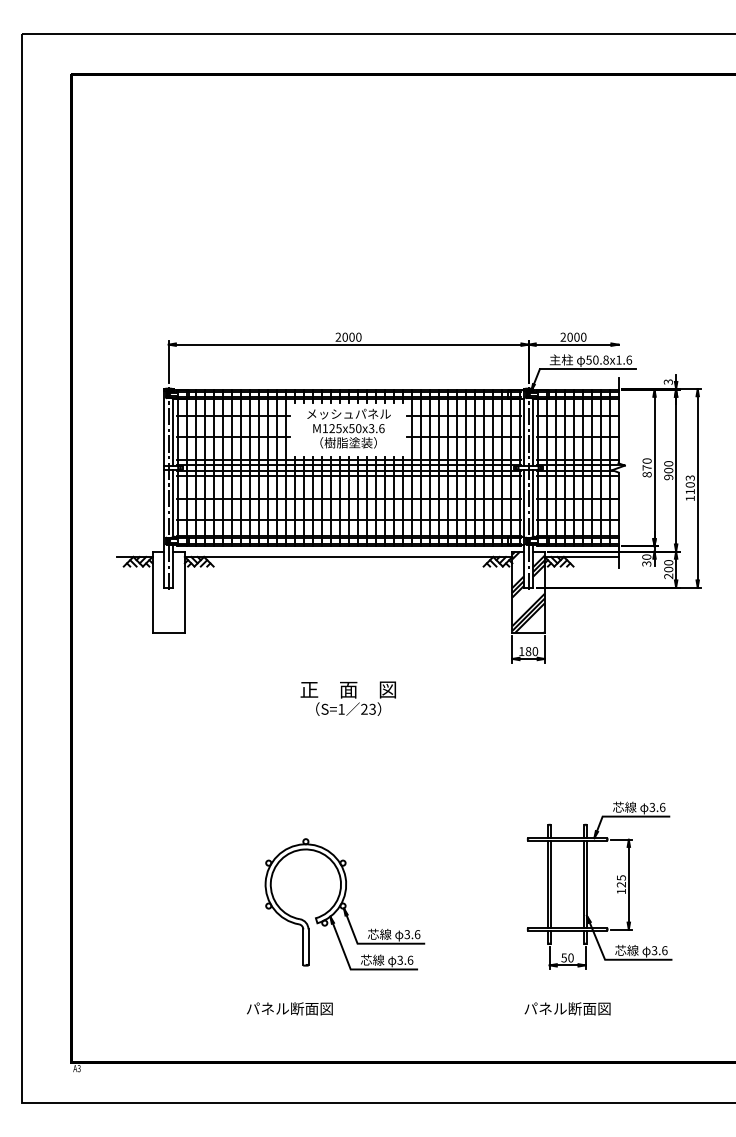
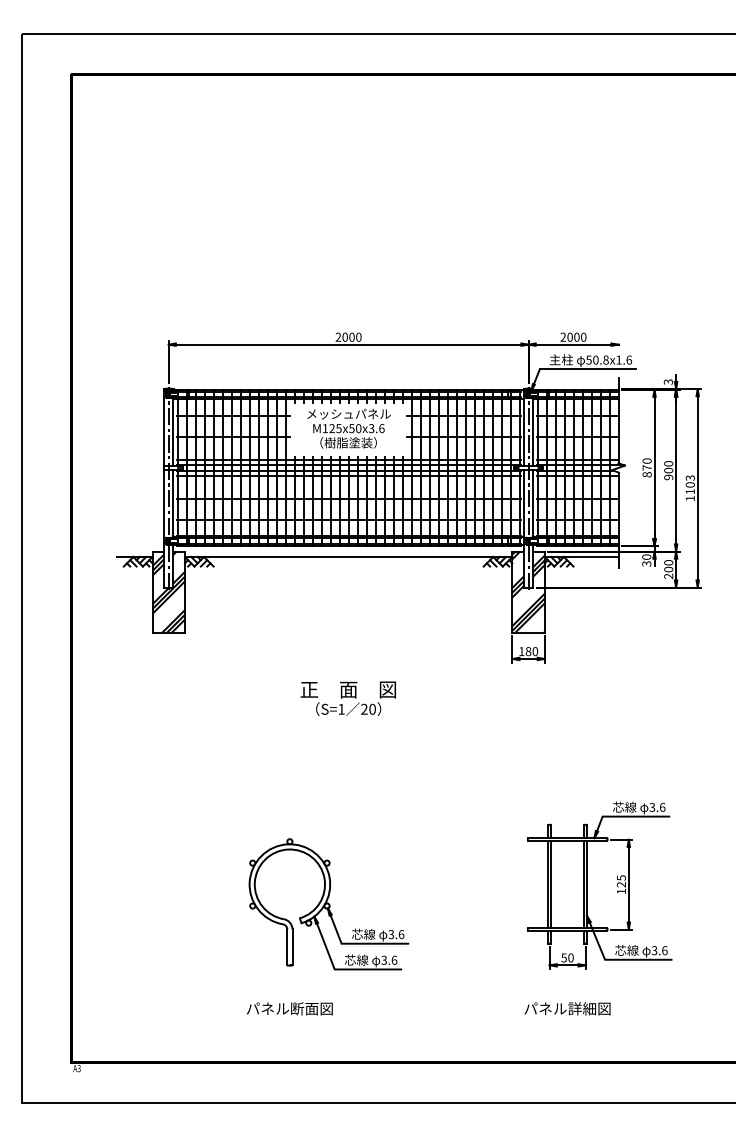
hatch at (168, 591): none -> present
text at (372, 709): 23 -> 20
part at (344, 904) position: (344, 904) -> (328, 904)
text at (582, 1008): パネル断面図 -> パネル詳細図
